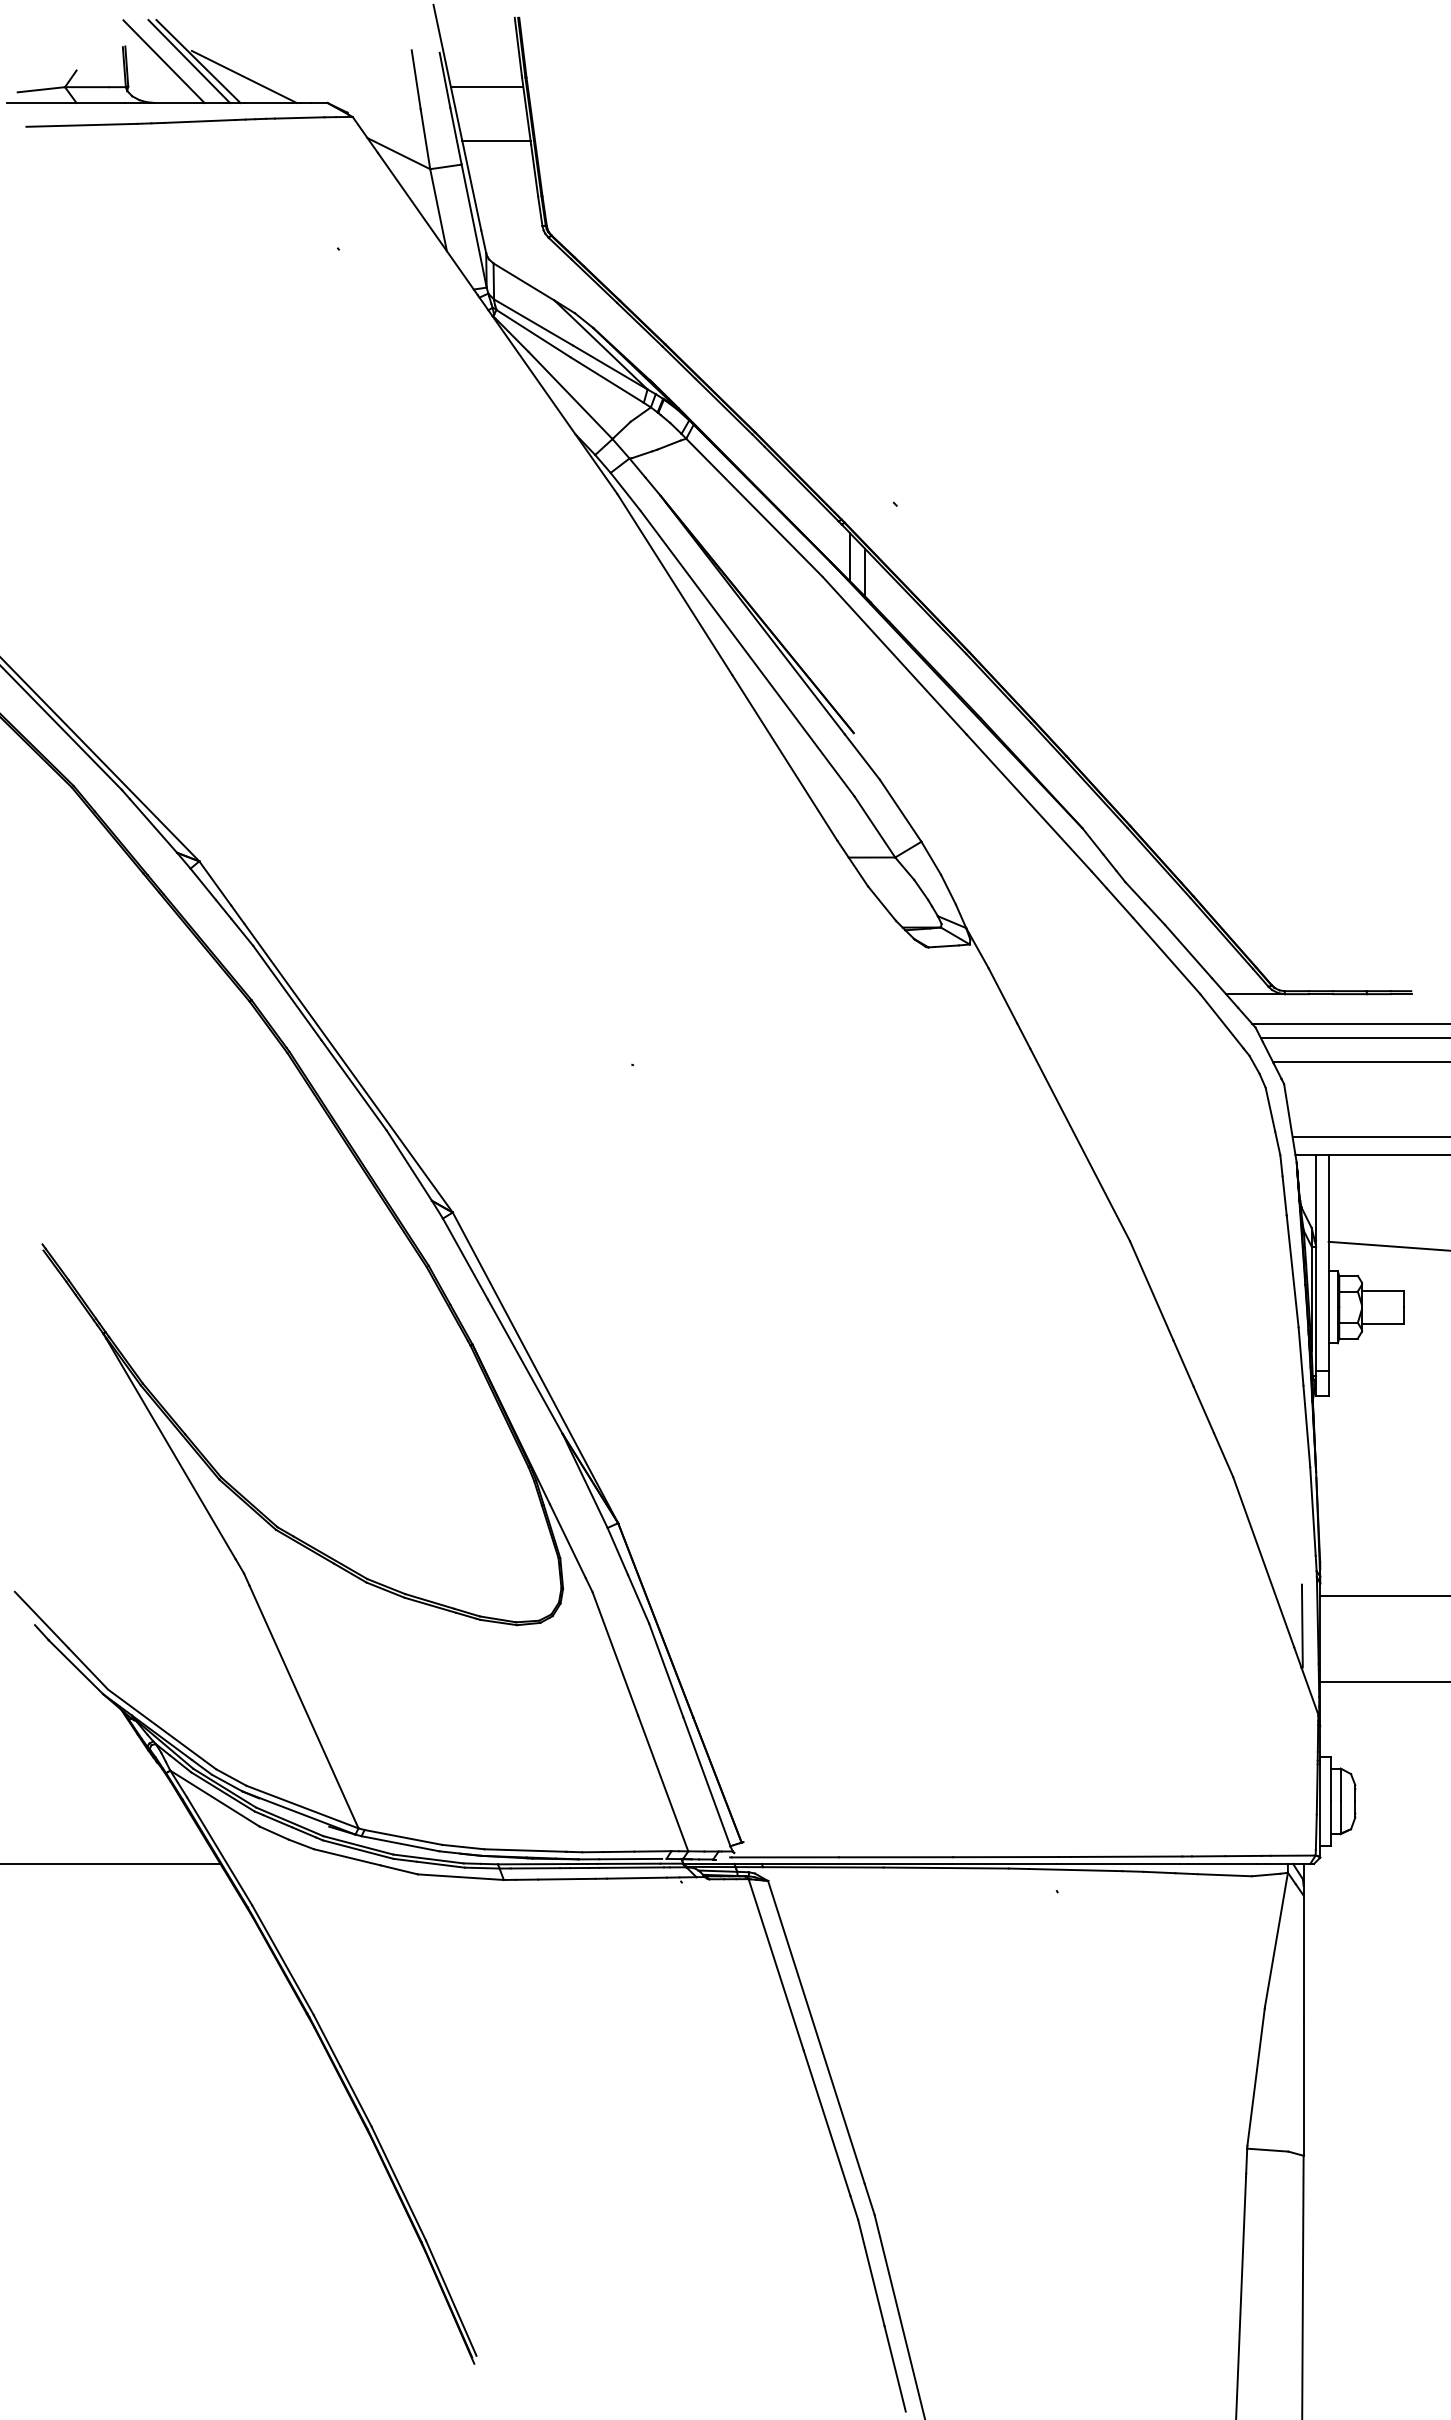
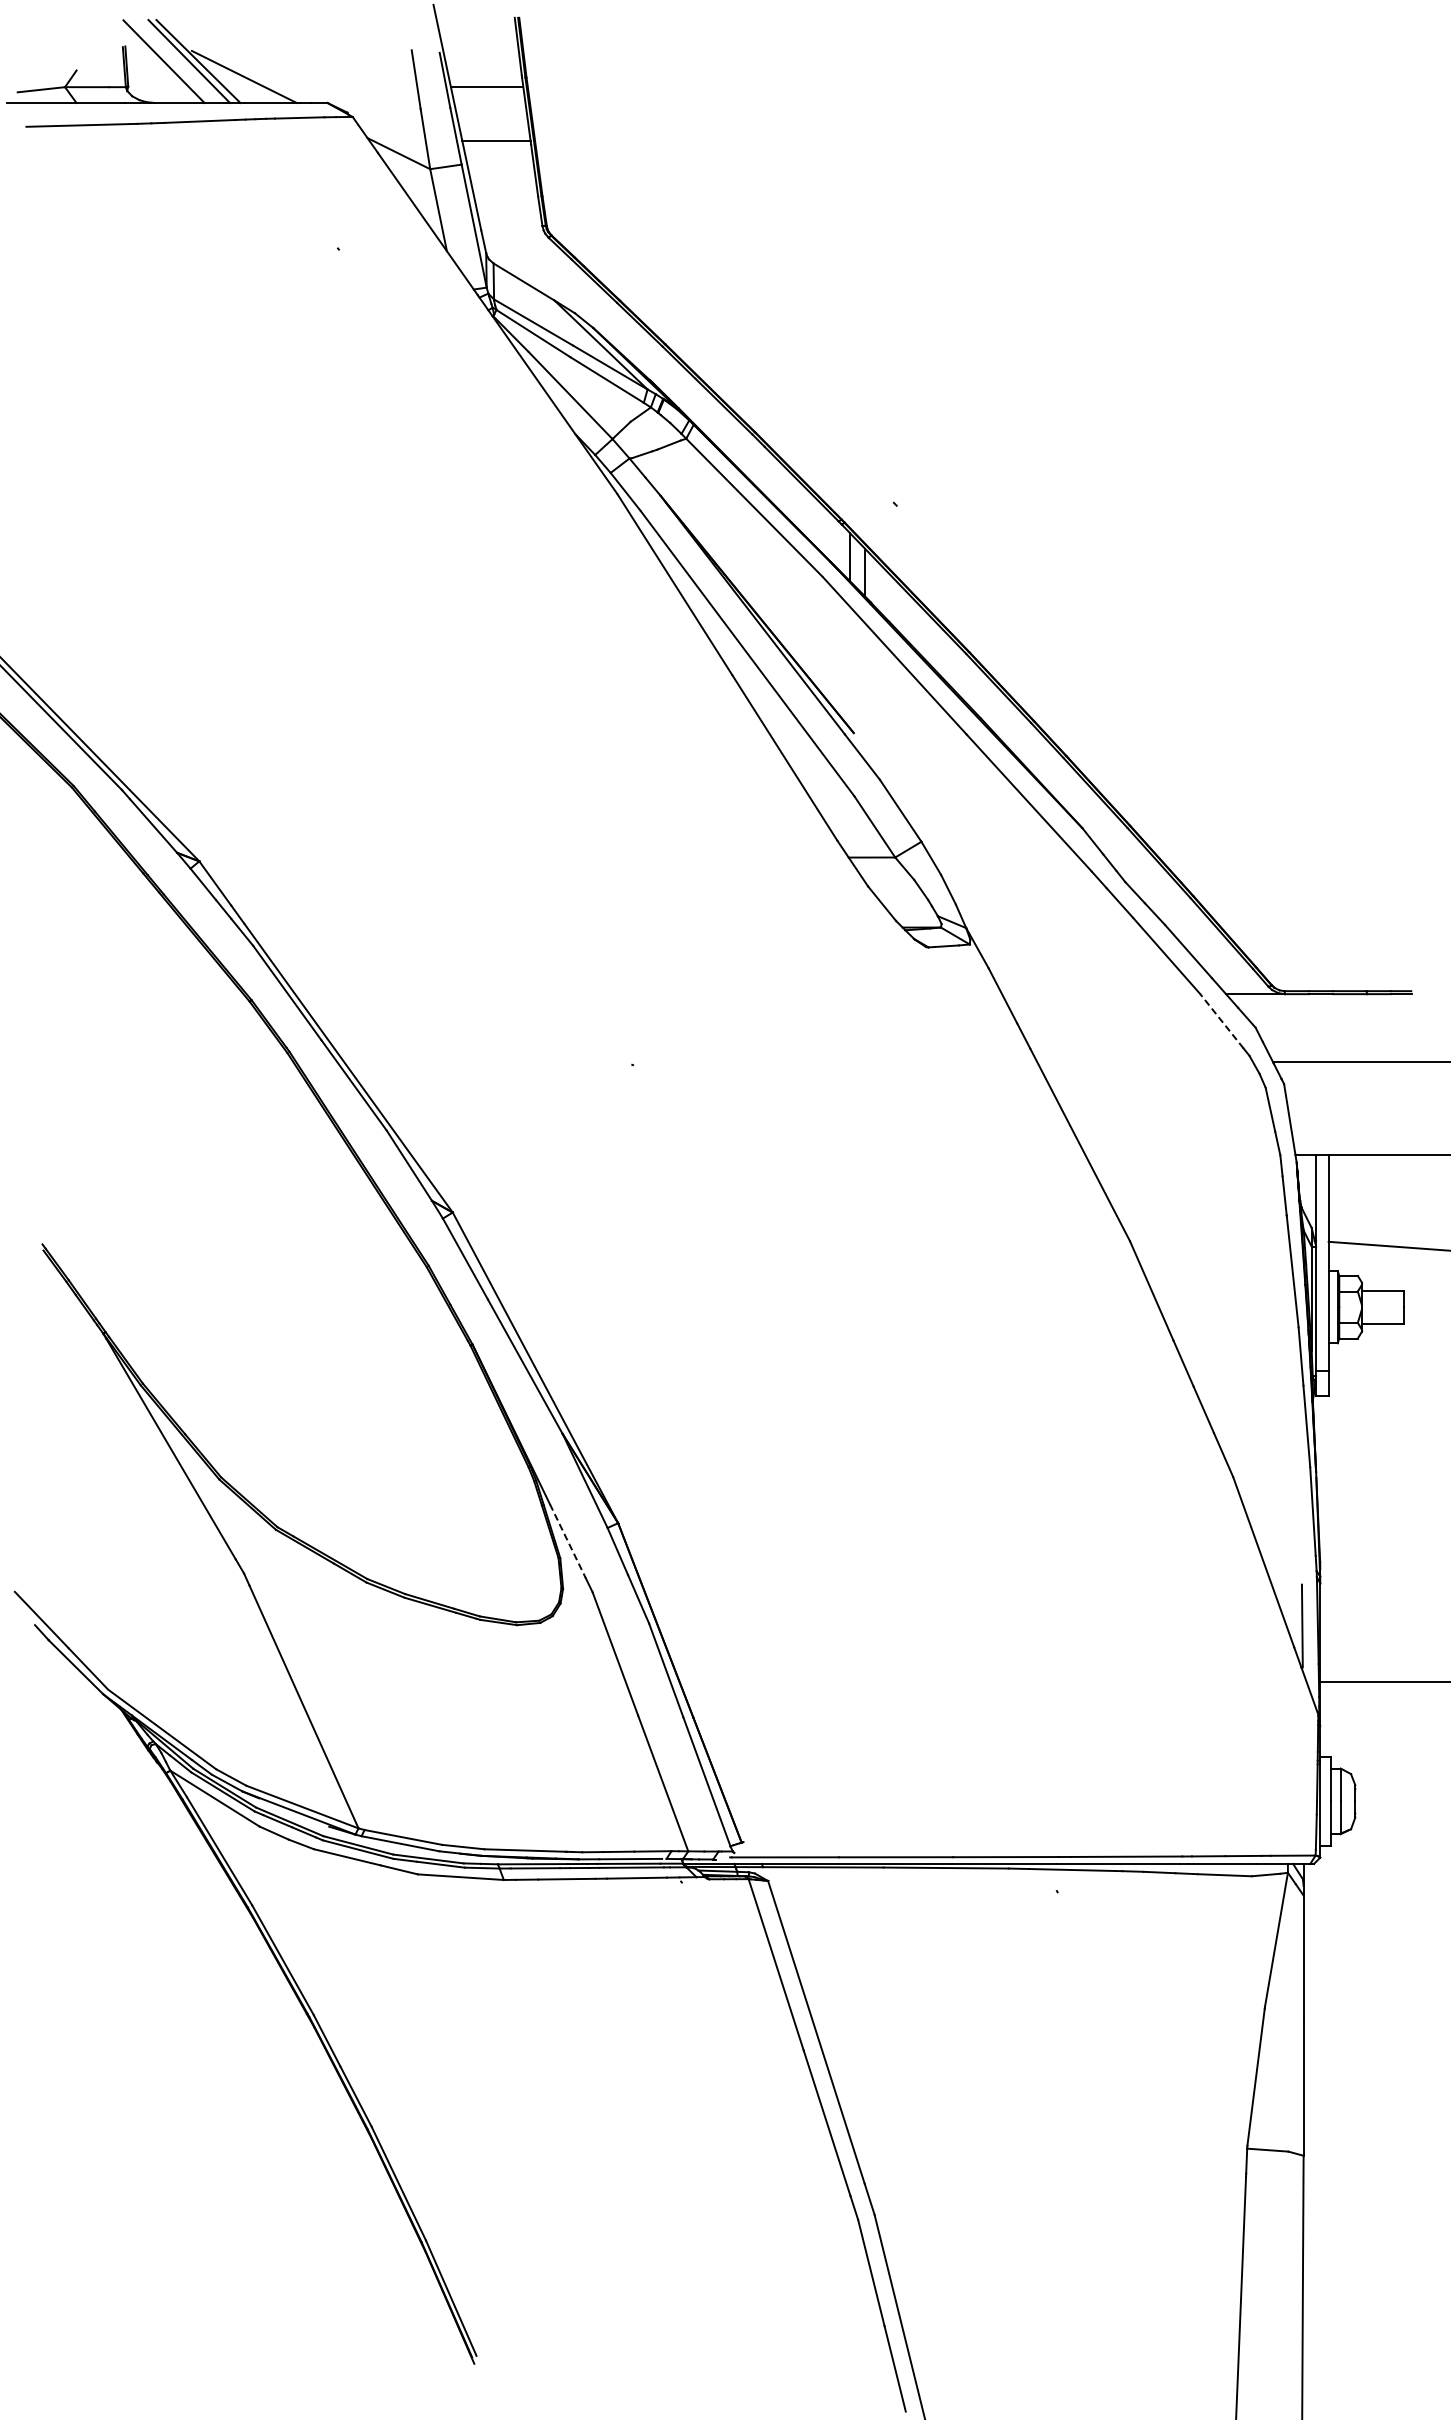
line at (1221, 1021): solid -> dashed
line at (1349, 1023): present -> none
line at (1353, 1037): present -> none
line at (1369, 1136): present -> none
line at (568, 1541): solid -> dashed
line at (1383, 1595): present -> none
line at (111, 1863): present -> none
